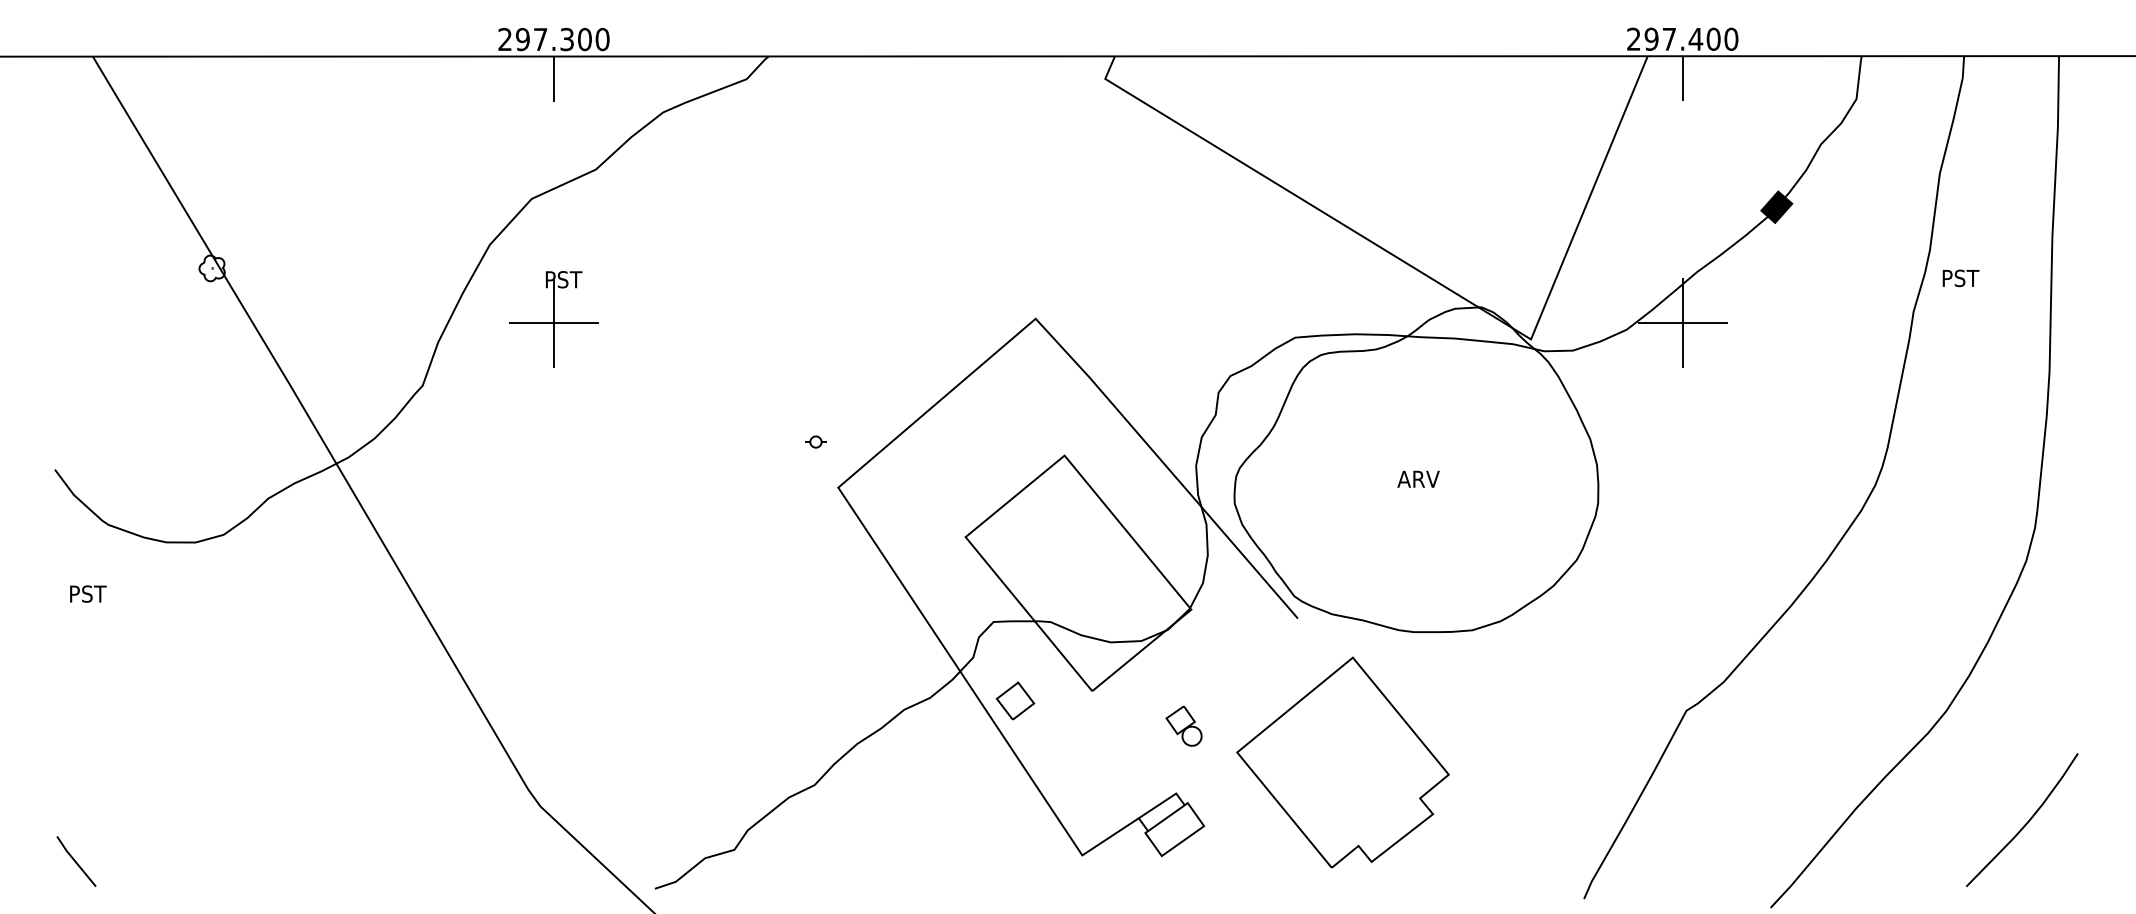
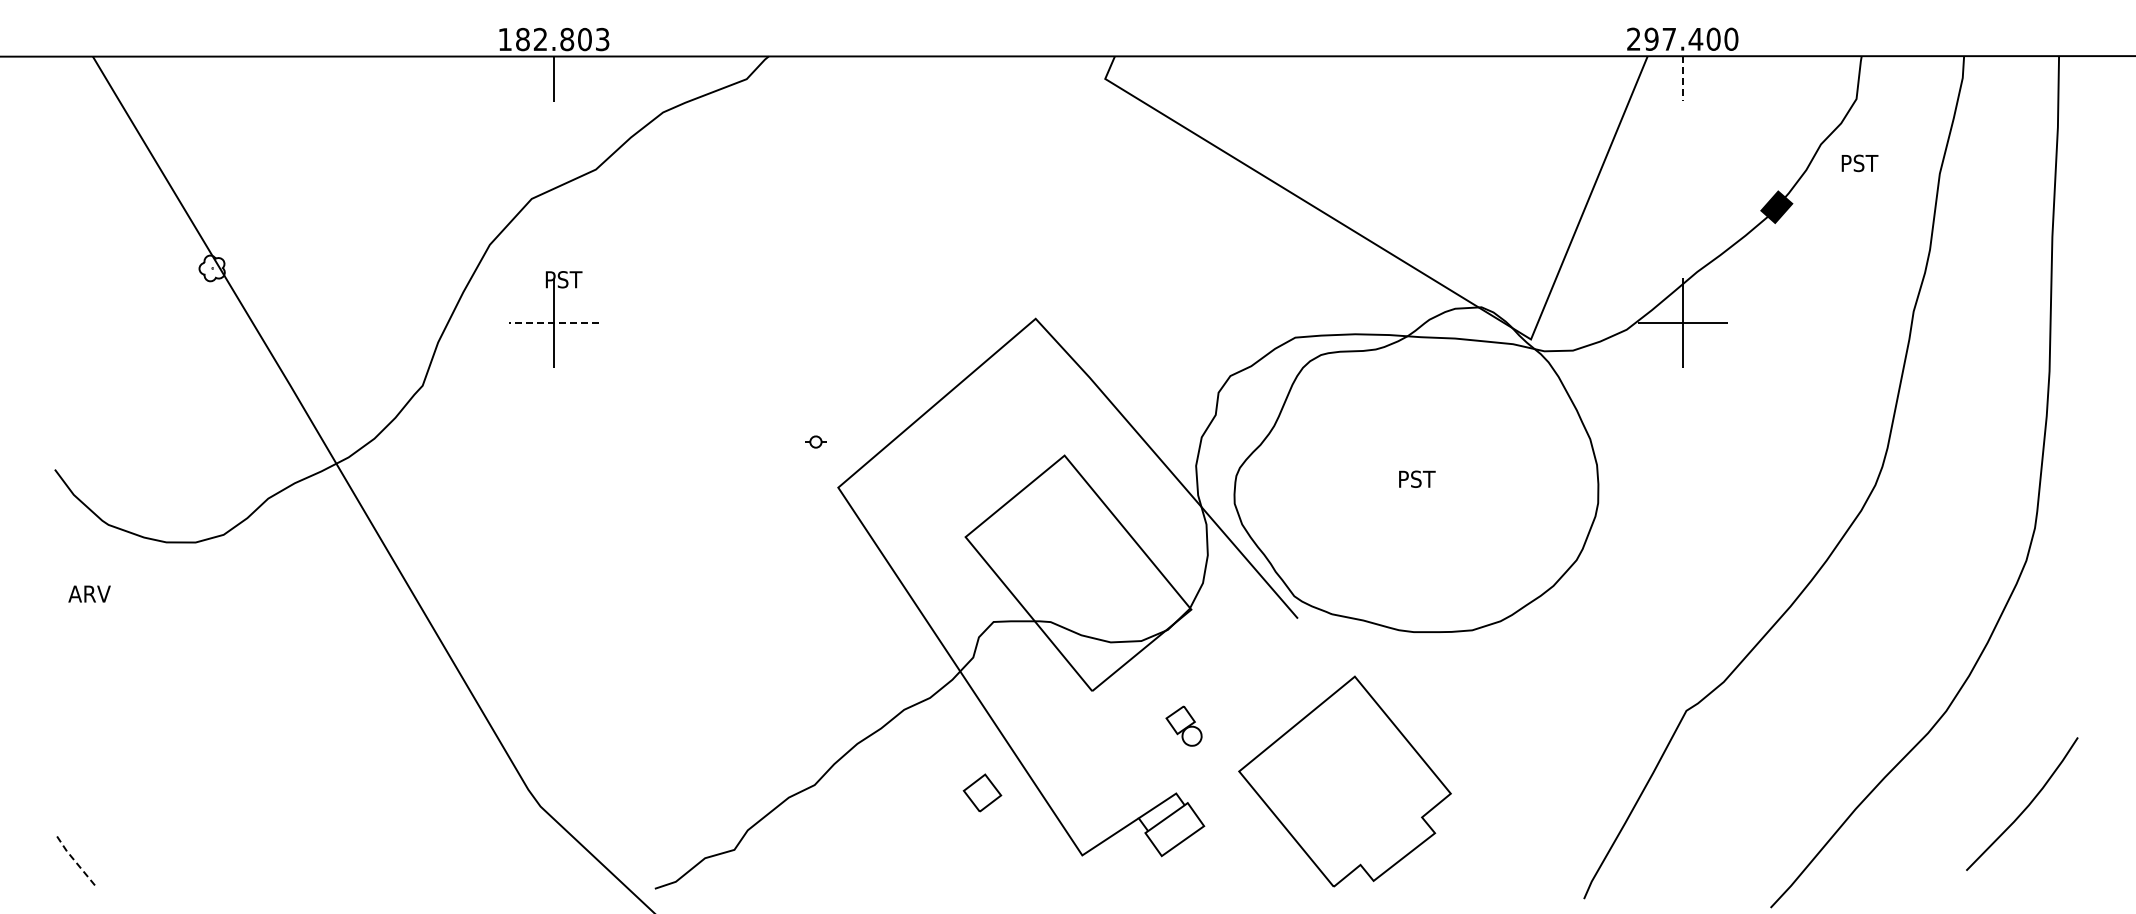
text at (553, 39): 297.300 -> 182.803
line at (1682, 78): solid -> dashed
text at (1960, 278) position: (1960, 278) -> (1859, 163)
line at (553, 322): solid -> dashed
text at (1418, 478): ARV -> PST
text at (89, 593): PST -> ARV
part at (1015, 700) position: (1015, 700) -> (982, 792)
part at (1342, 762) position: (1342, 762) -> (1344, 781)
curve at (2026, 822) position: (2026, 822) -> (2026, 806)
line at (75, 861): solid -> dashed
